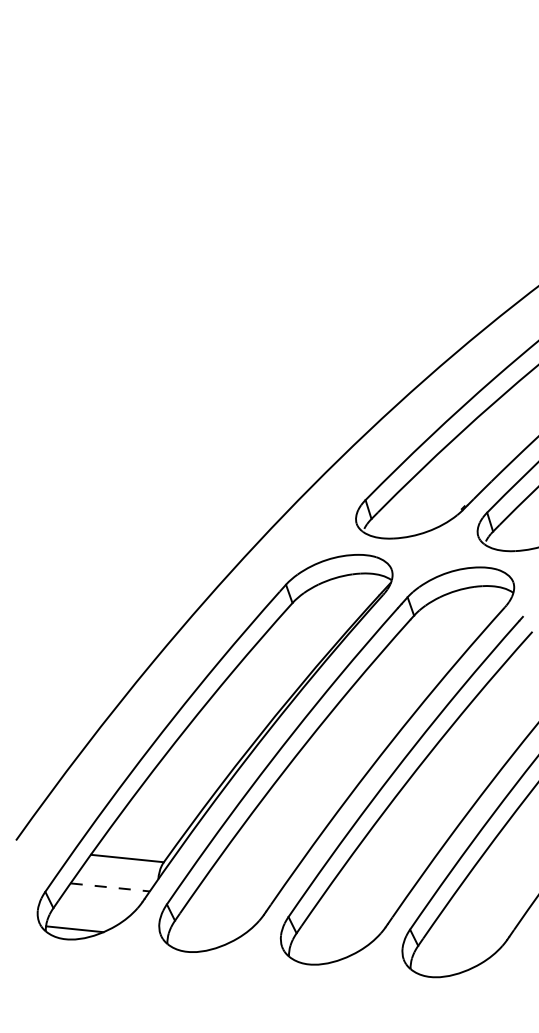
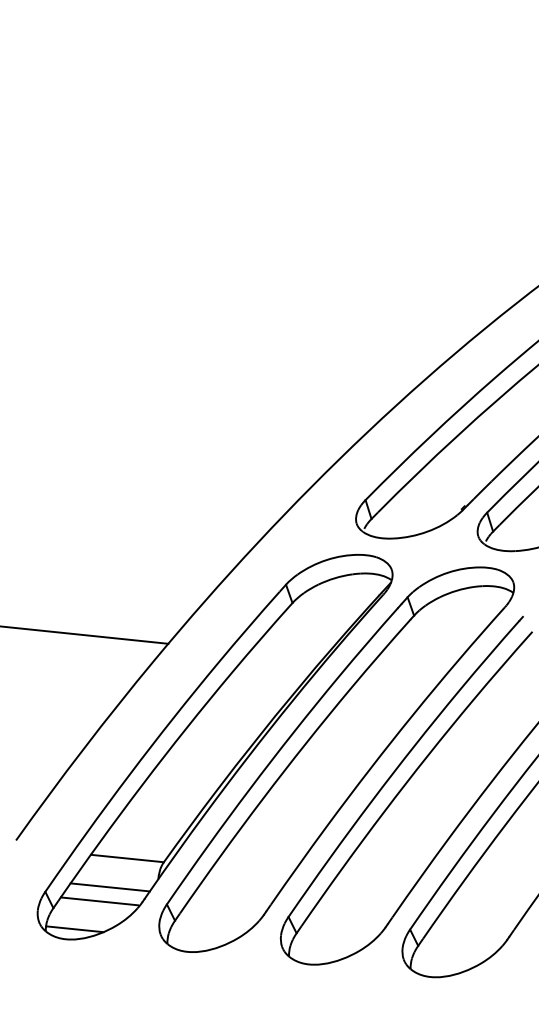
line at (85, 634): none -> present
line at (110, 887): dashed -> solid
line at (99, 901): none -> present
